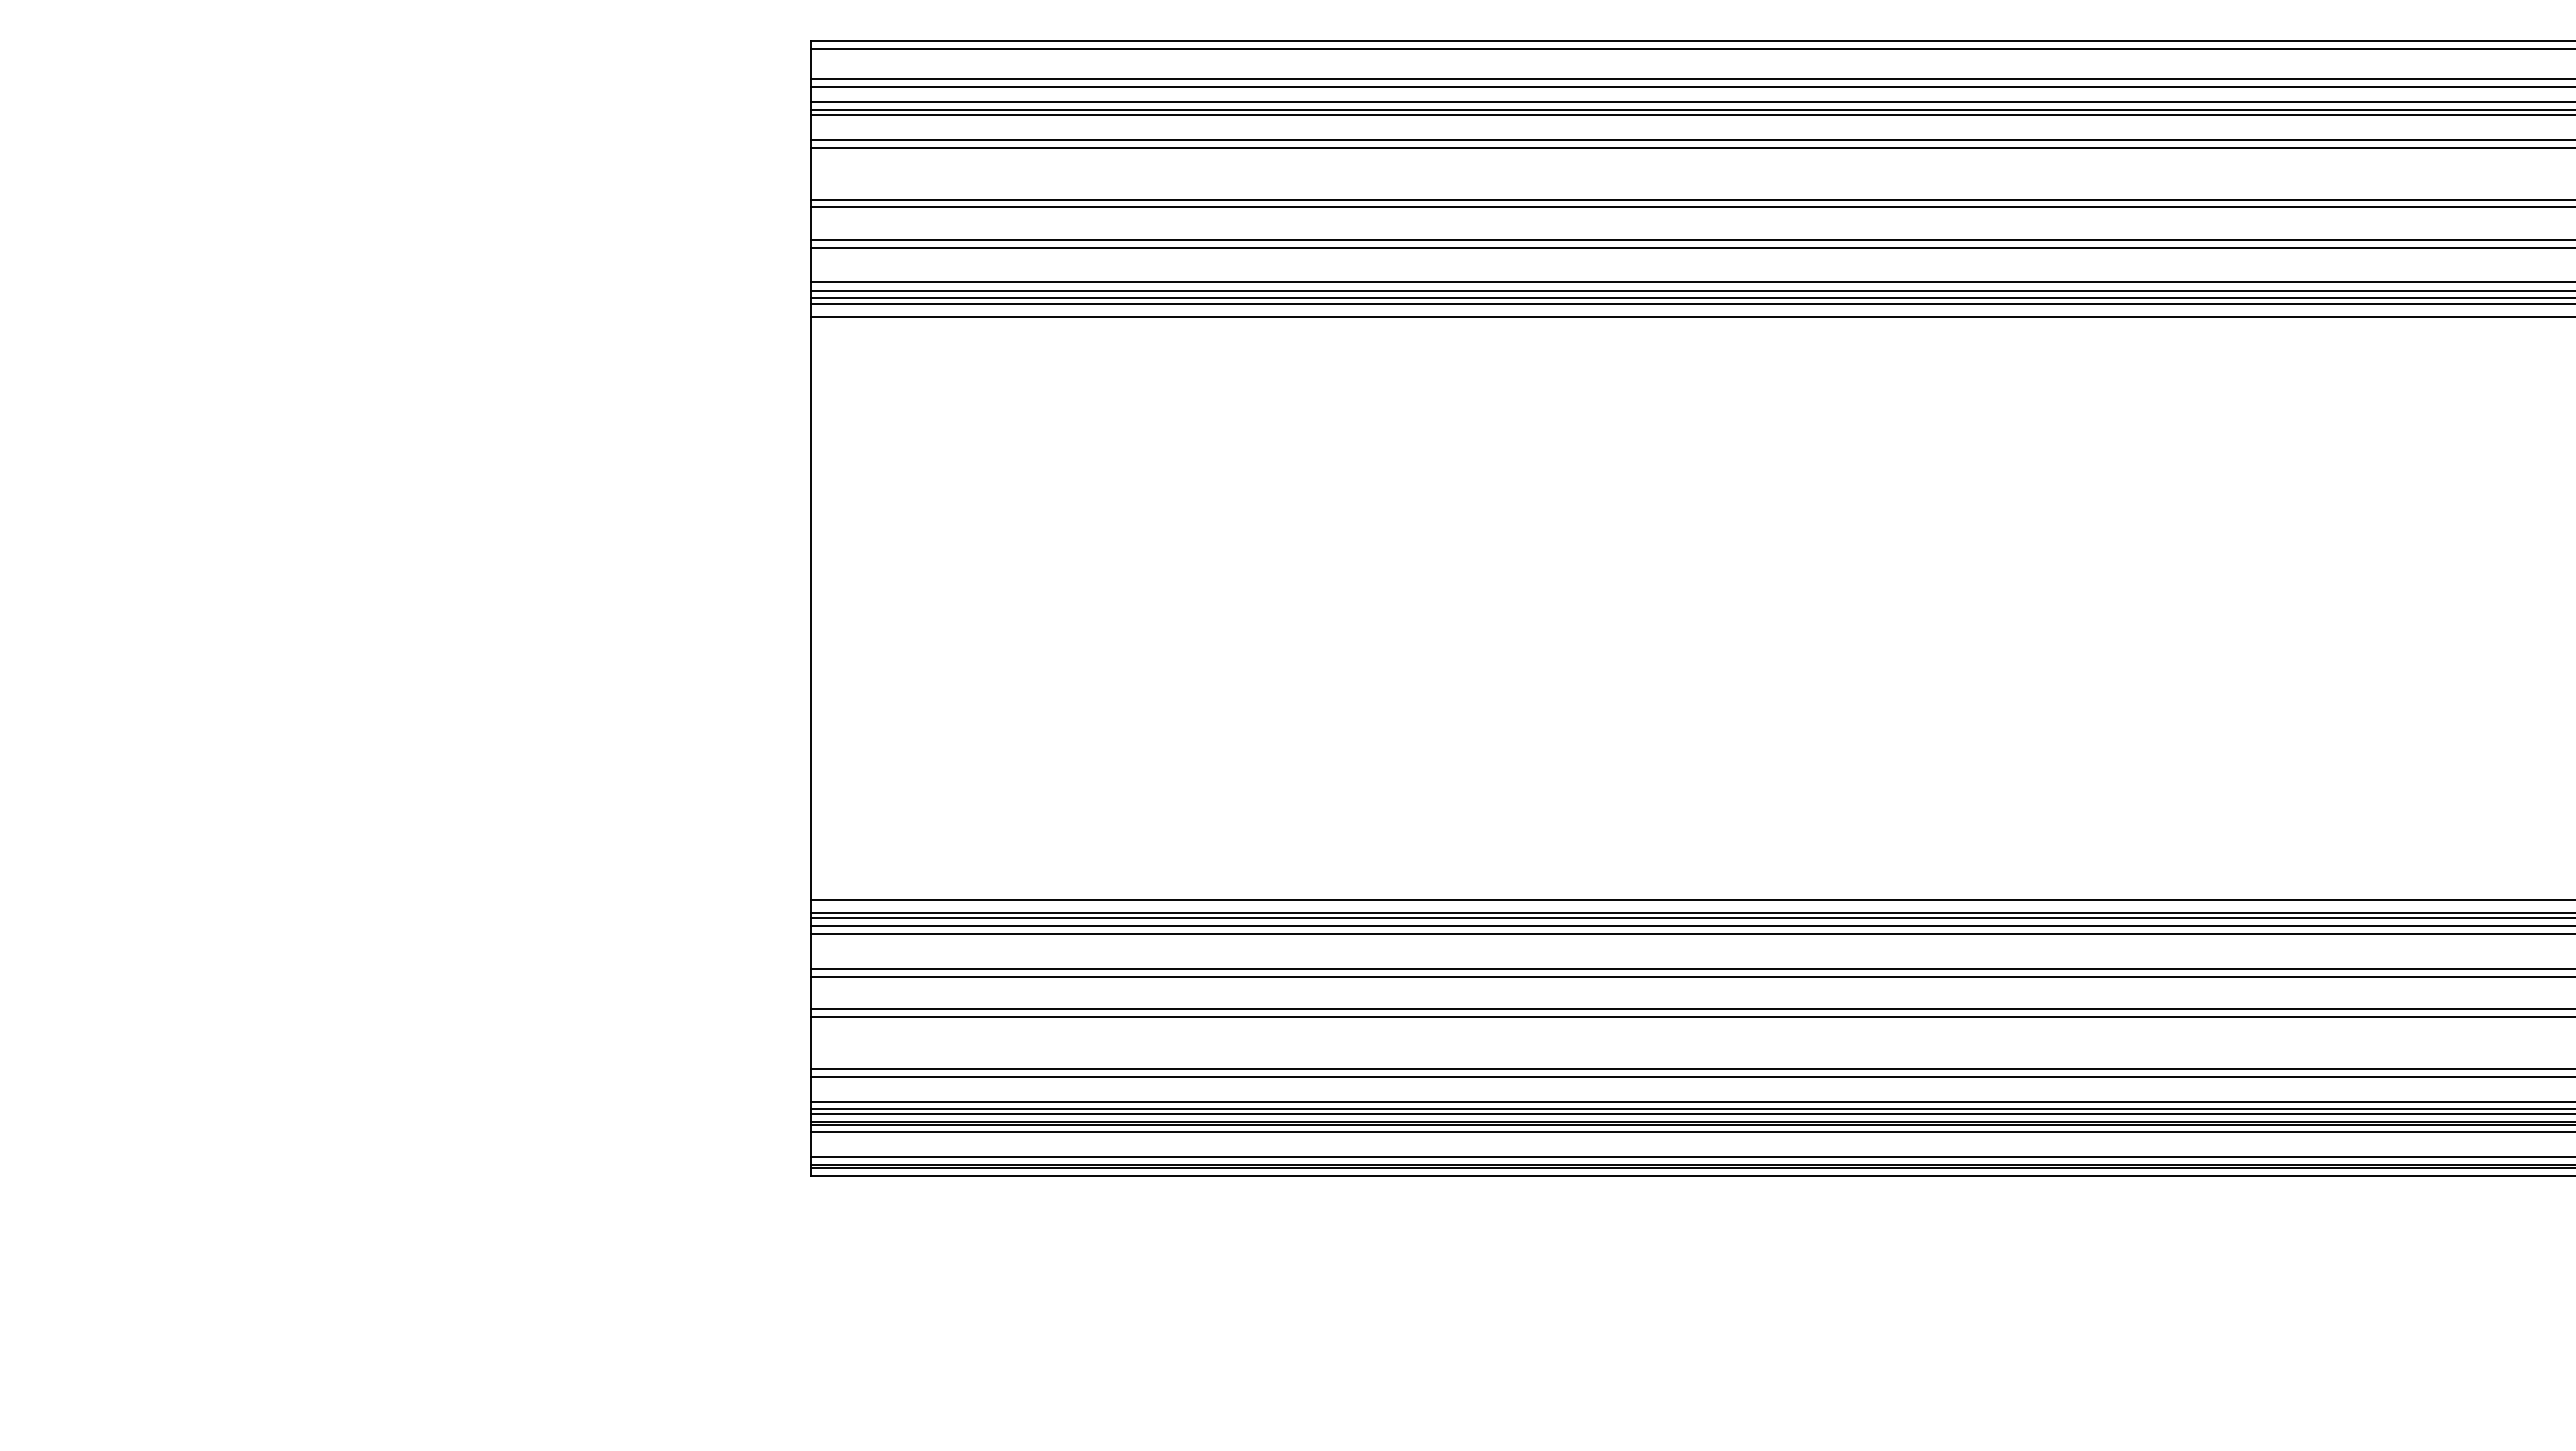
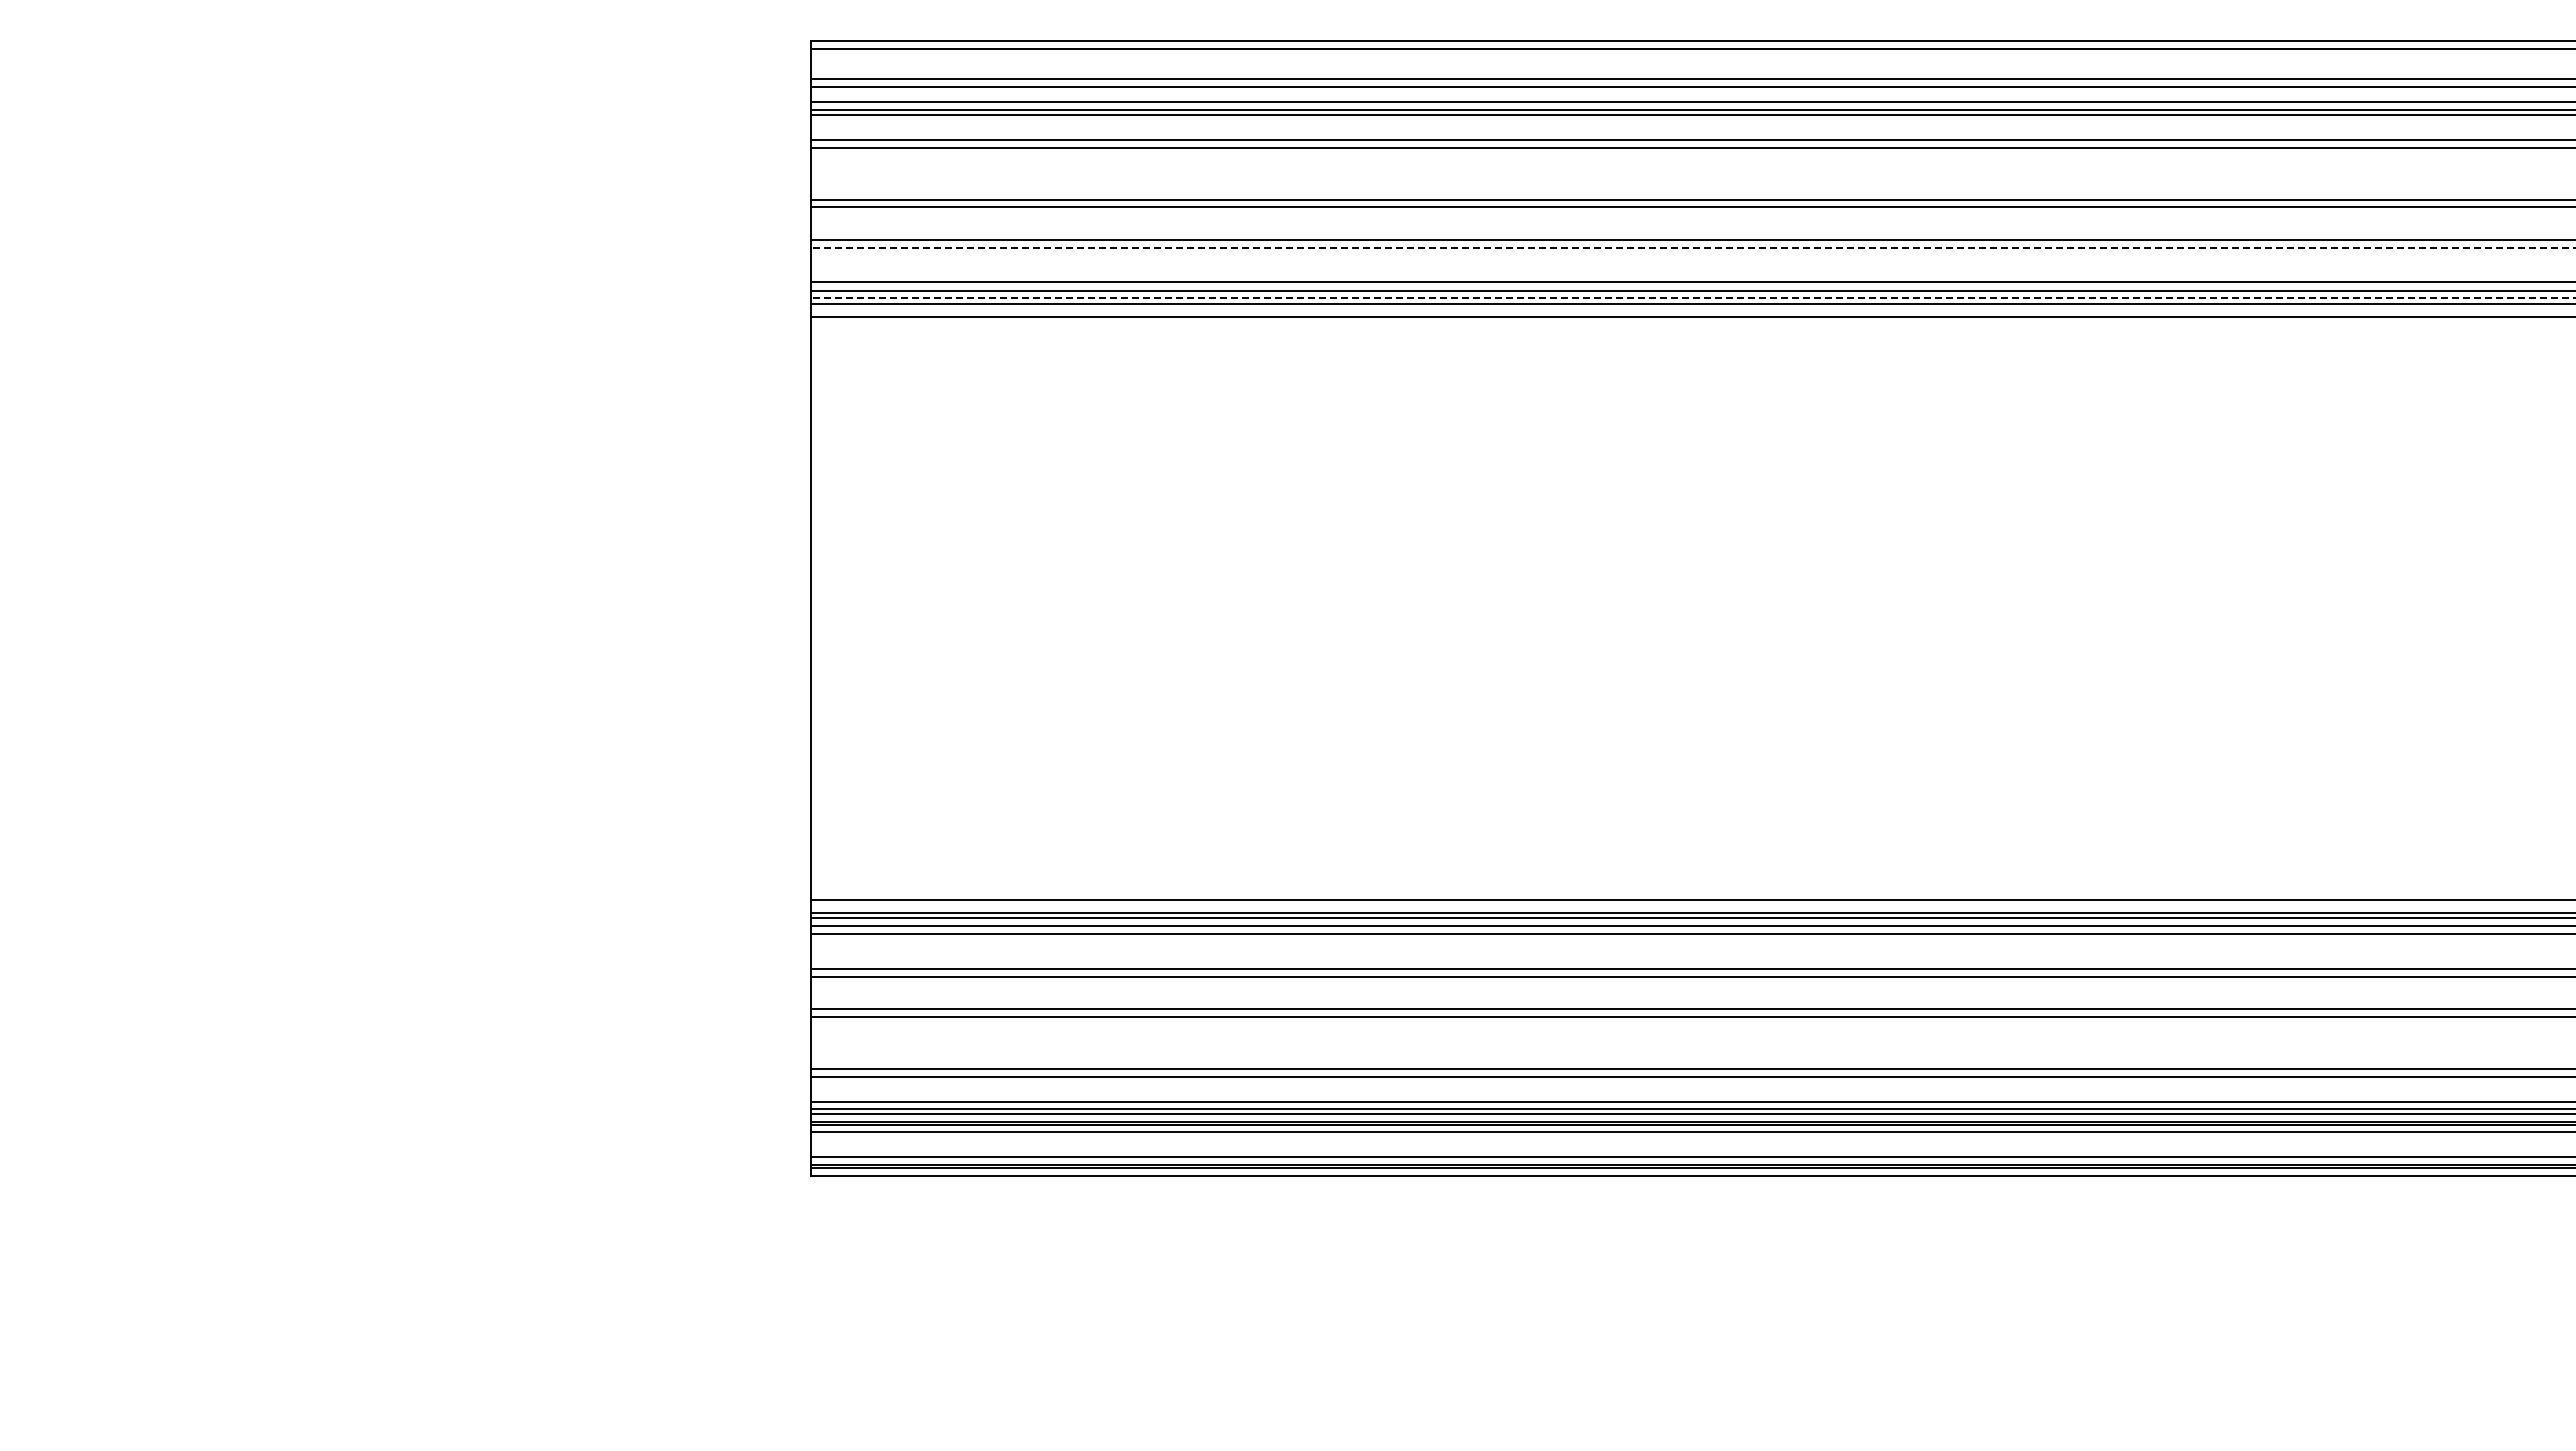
line at (1692, 247): solid -> dashed
line at (1692, 298): solid -> dashed
